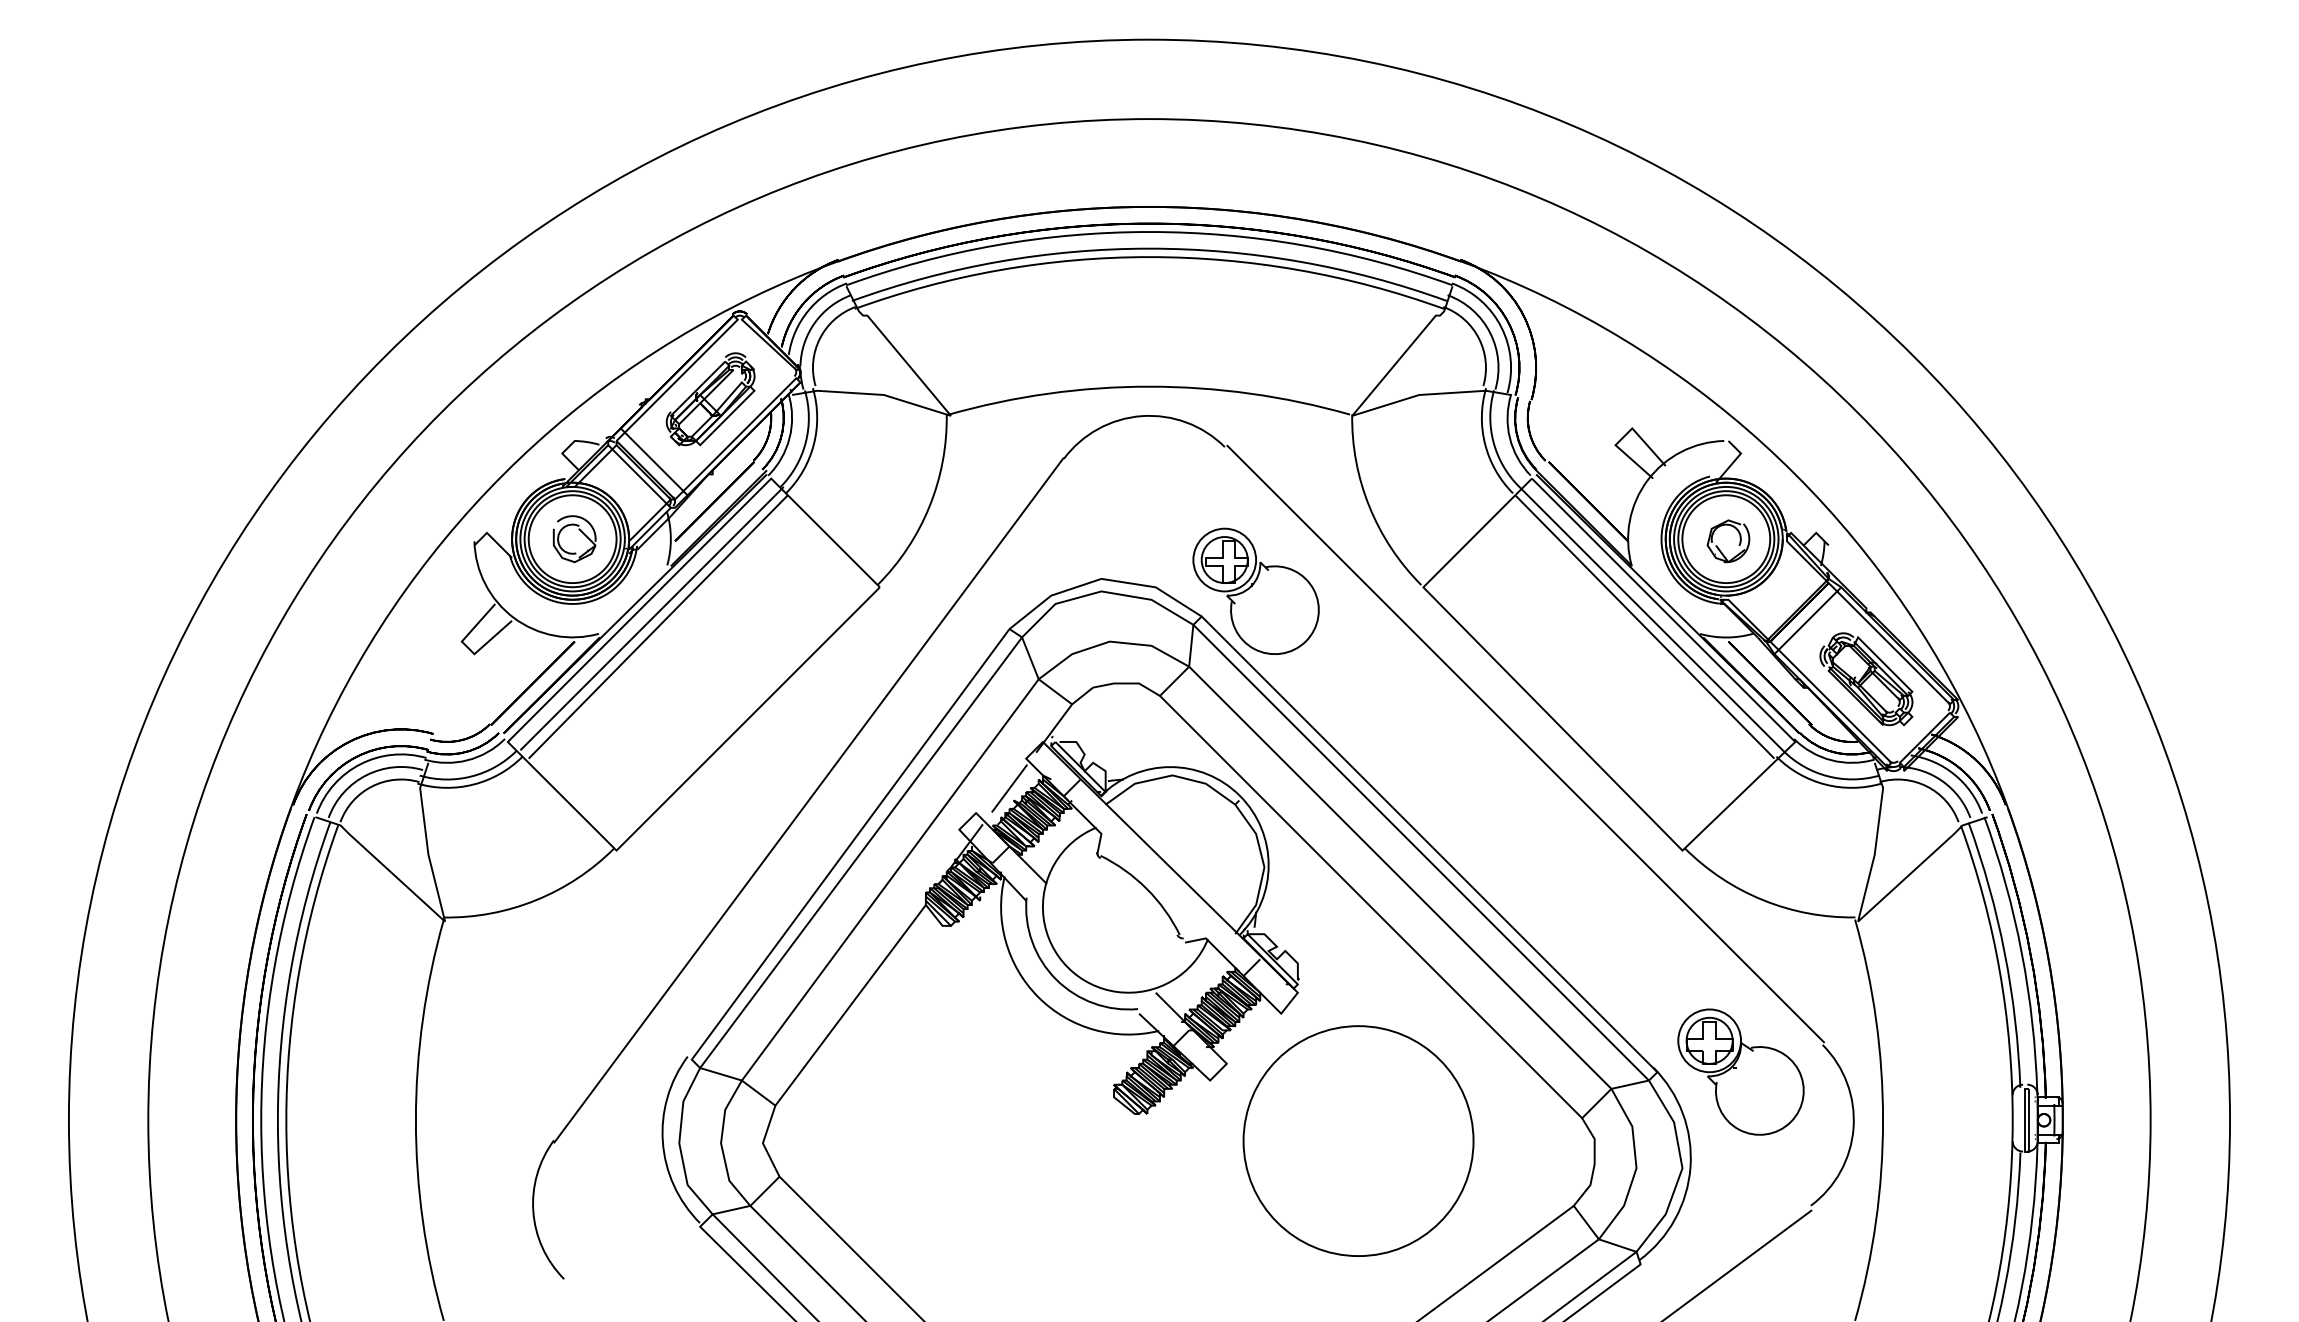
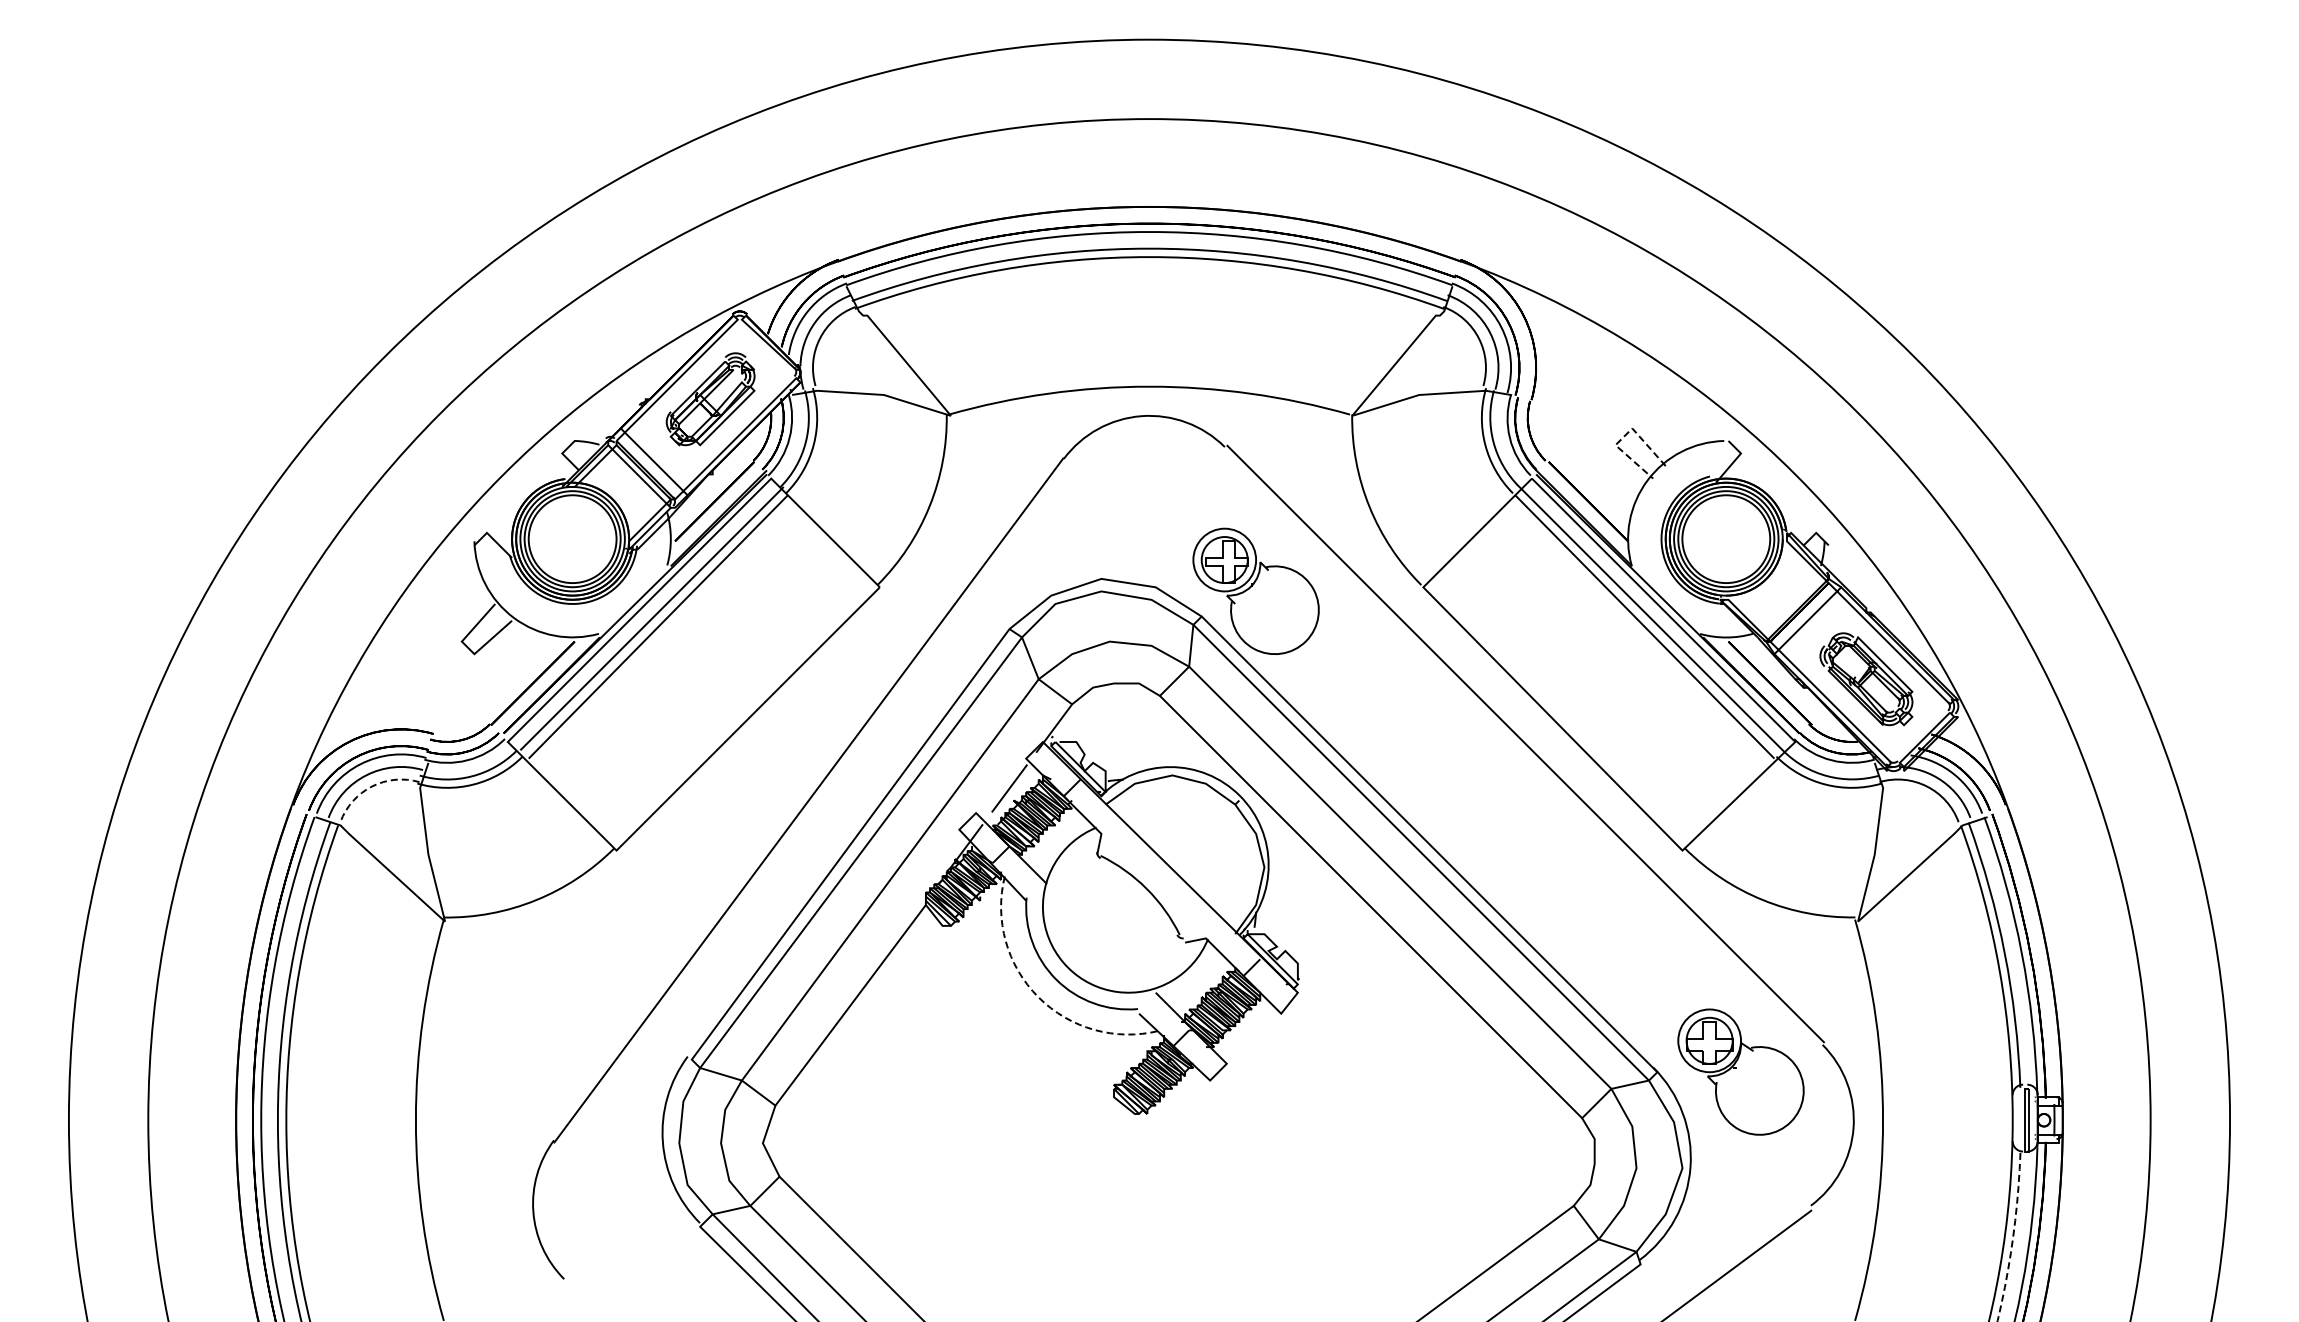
line at (1623, 436): solid -> dashed
part at (581, 532): present -> none
part at (1738, 544): present -> none
arc at (372, 786): solid -> dashed
arc at (1038, 997): solid -> dashed
circle at (1358, 1140): present -> none
arc at (2012, 1238): solid -> dashed
